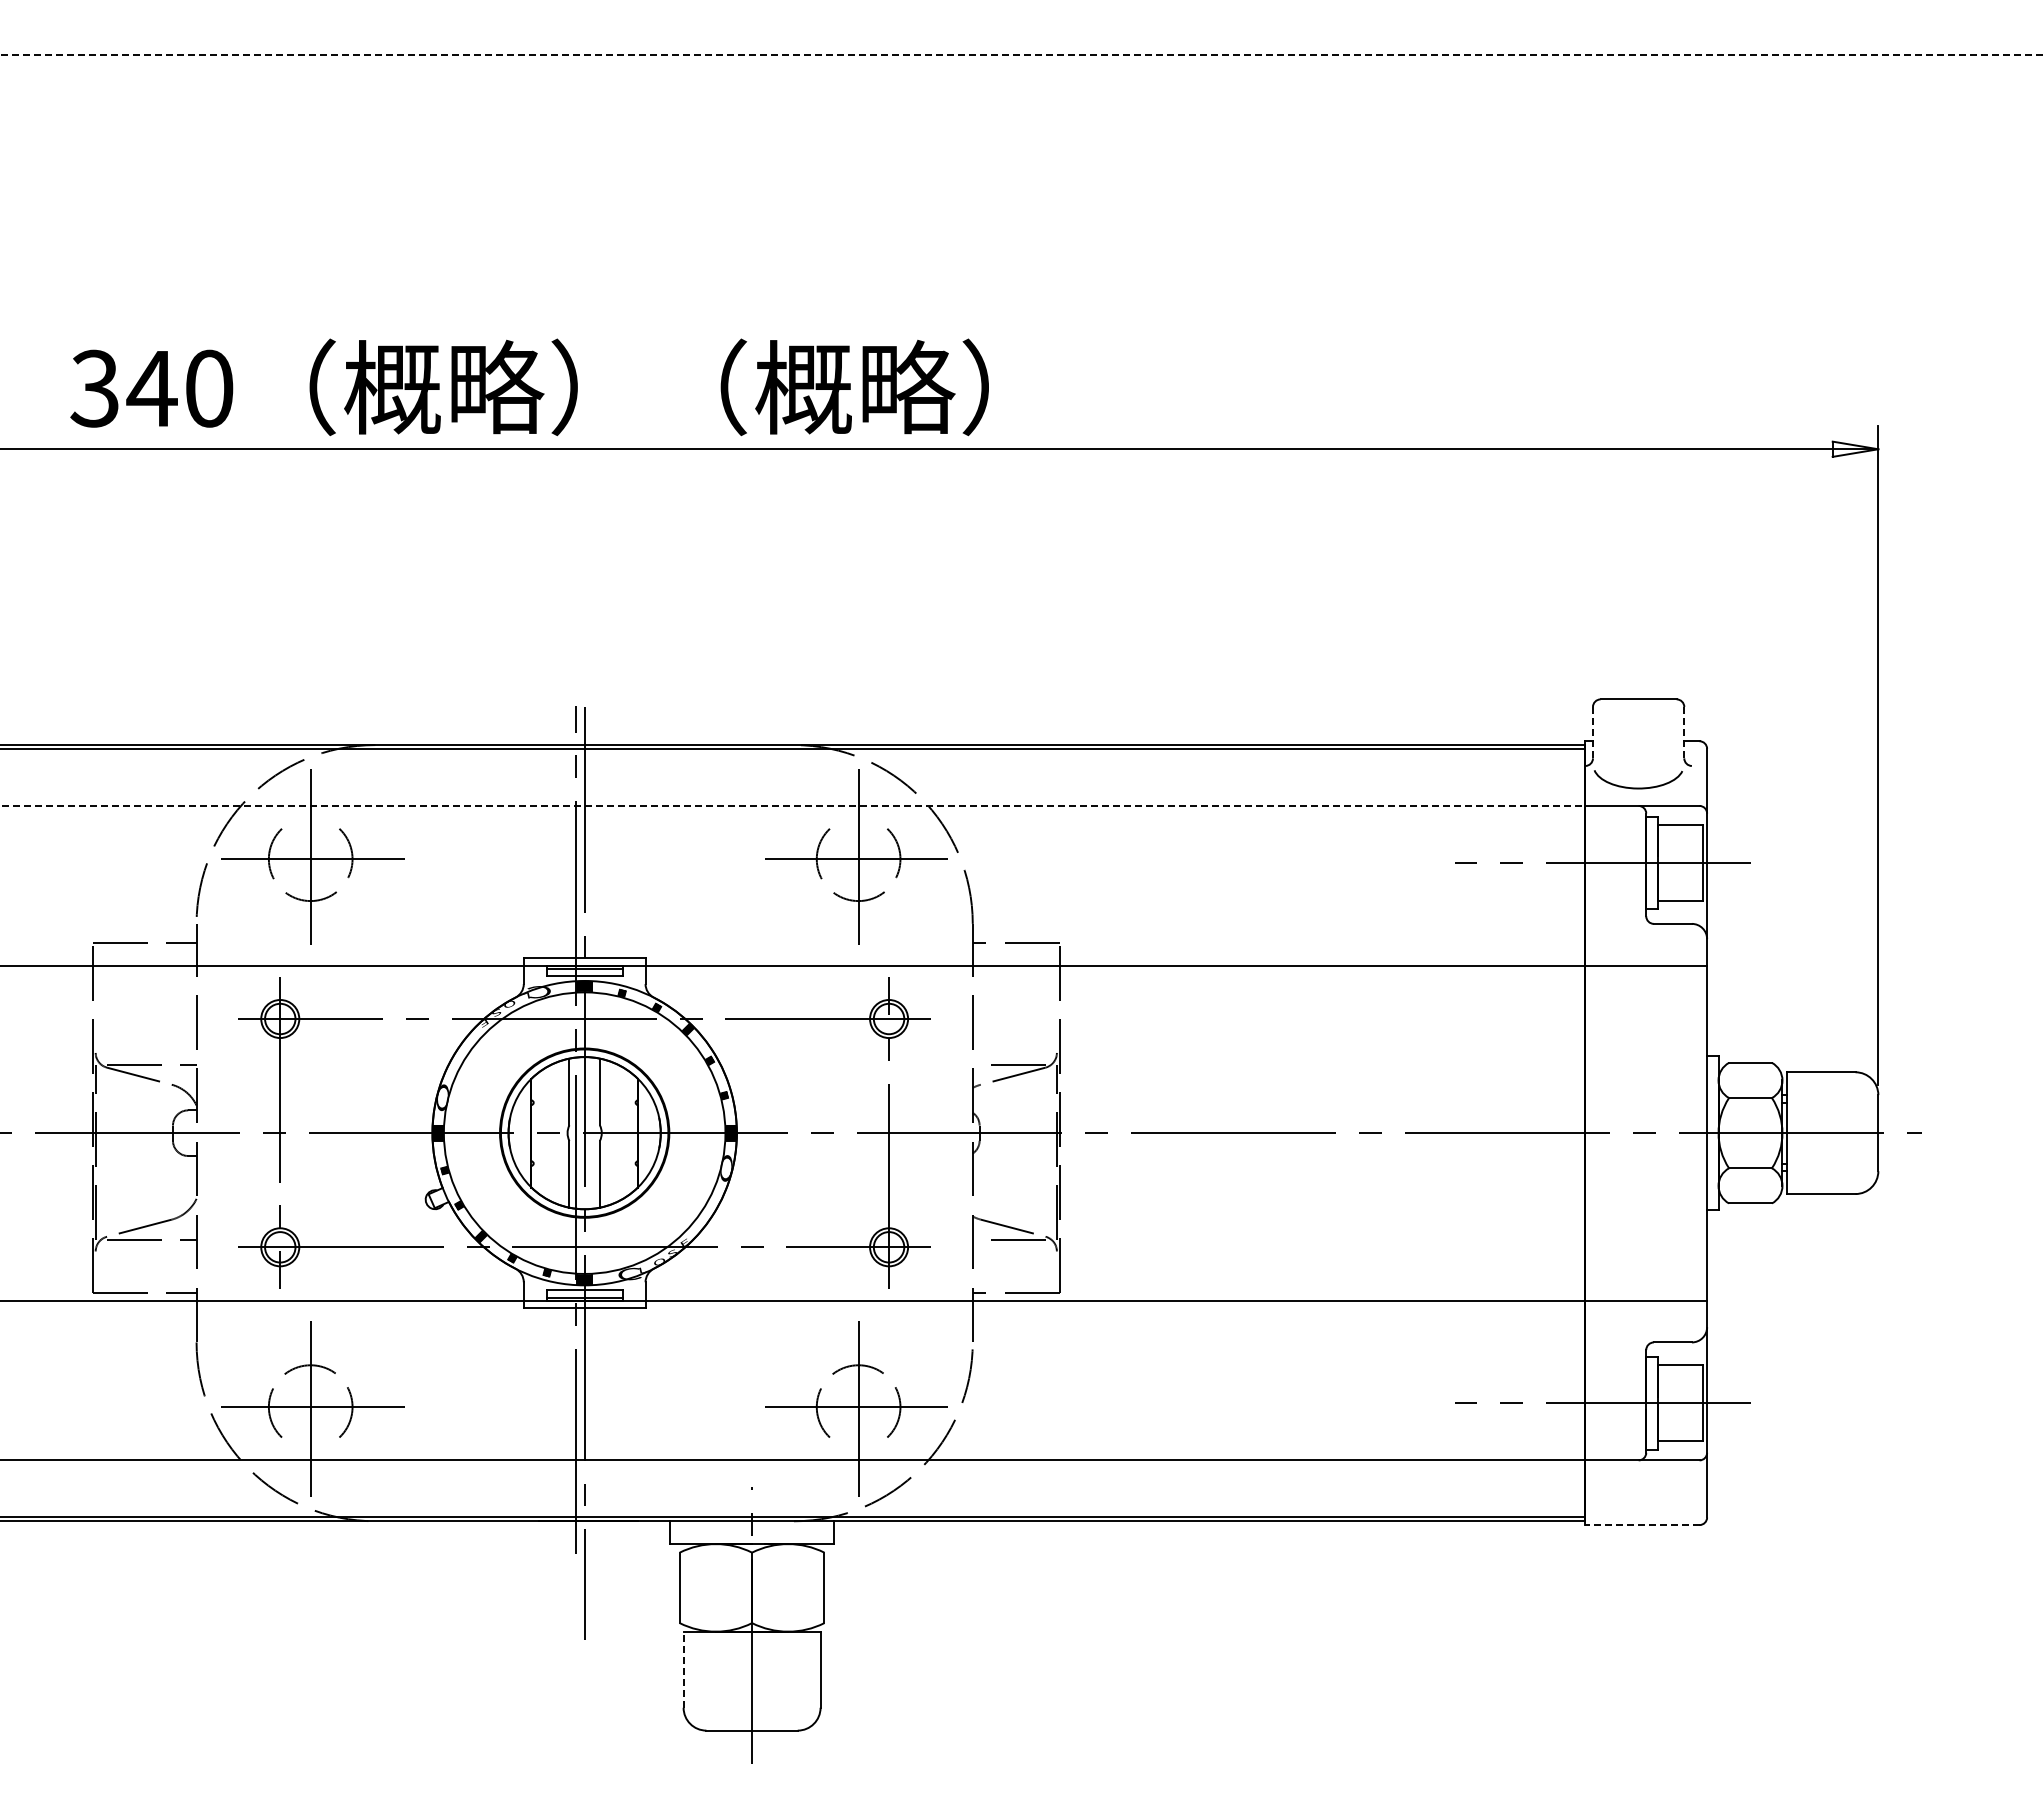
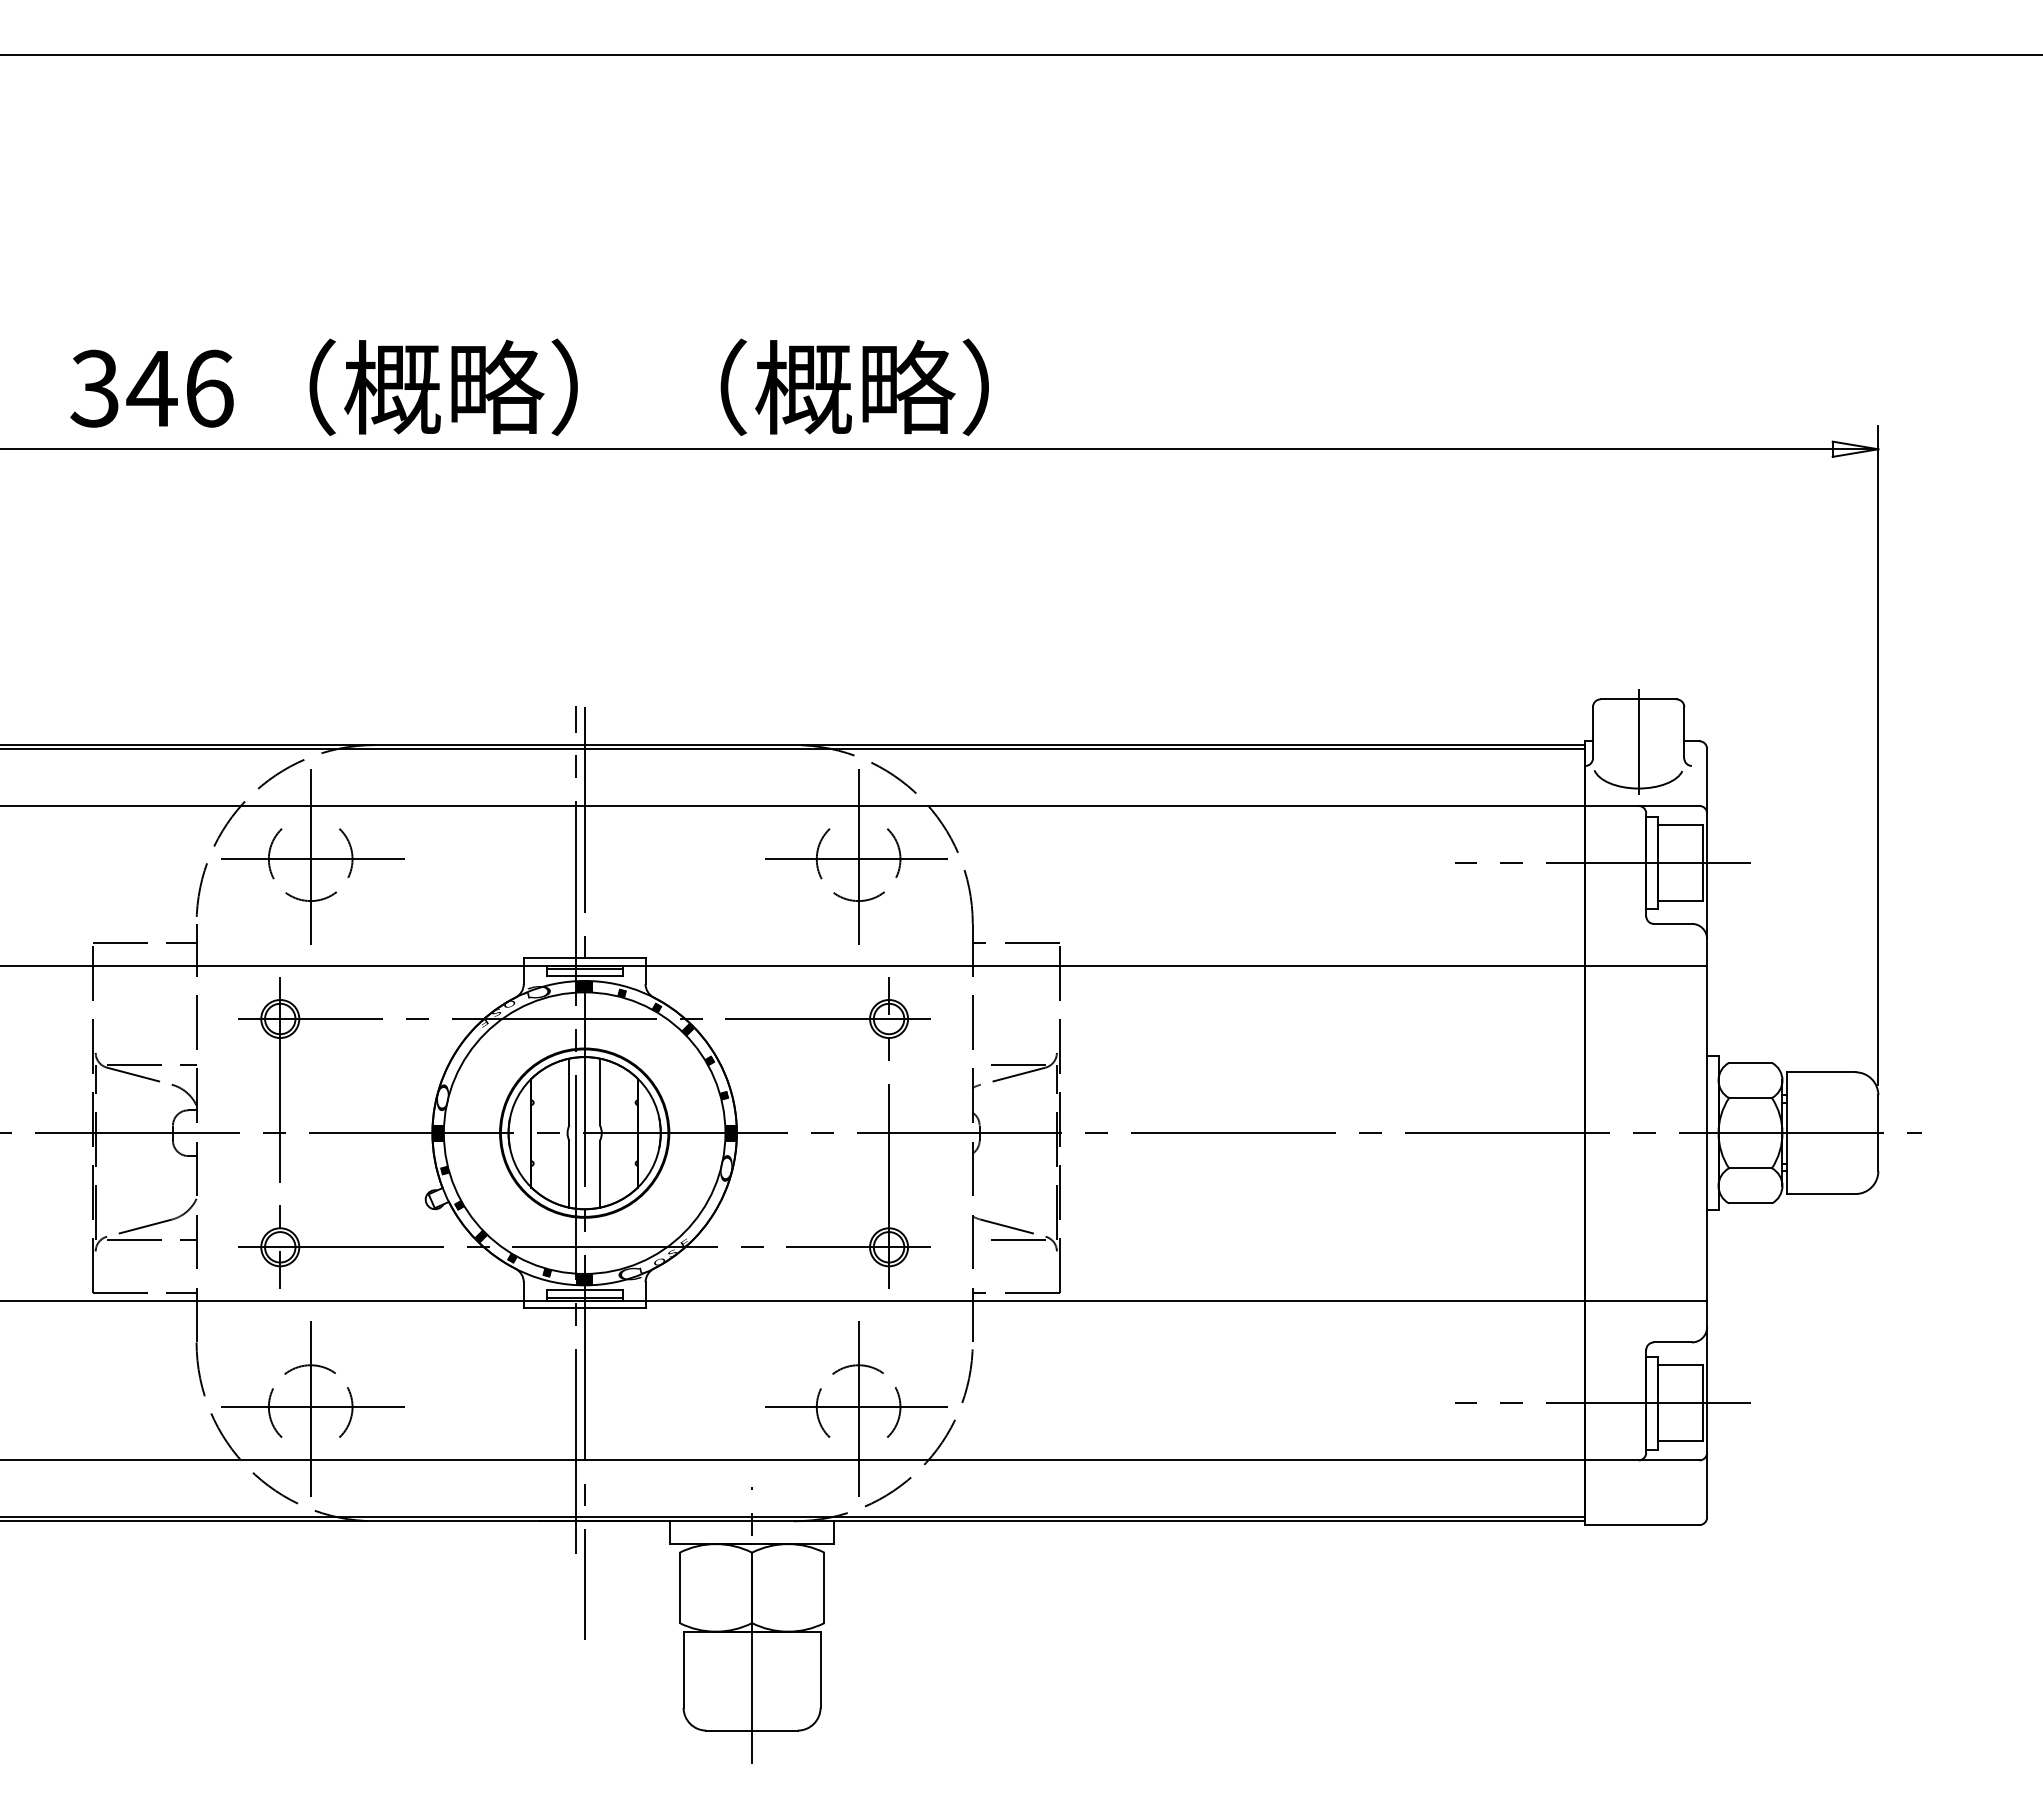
line at (1021, 54): dashed -> solid
text at (209, 388): 340 -> 346
line at (1592, 732): dashed -> solid
line at (1684, 732): dashed -> solid
line at (1638, 741): none -> present
line at (793, 805): dashed -> solid
line at (1641, 1525): dashed -> solid
line at (683, 1669): dashed -> solid
